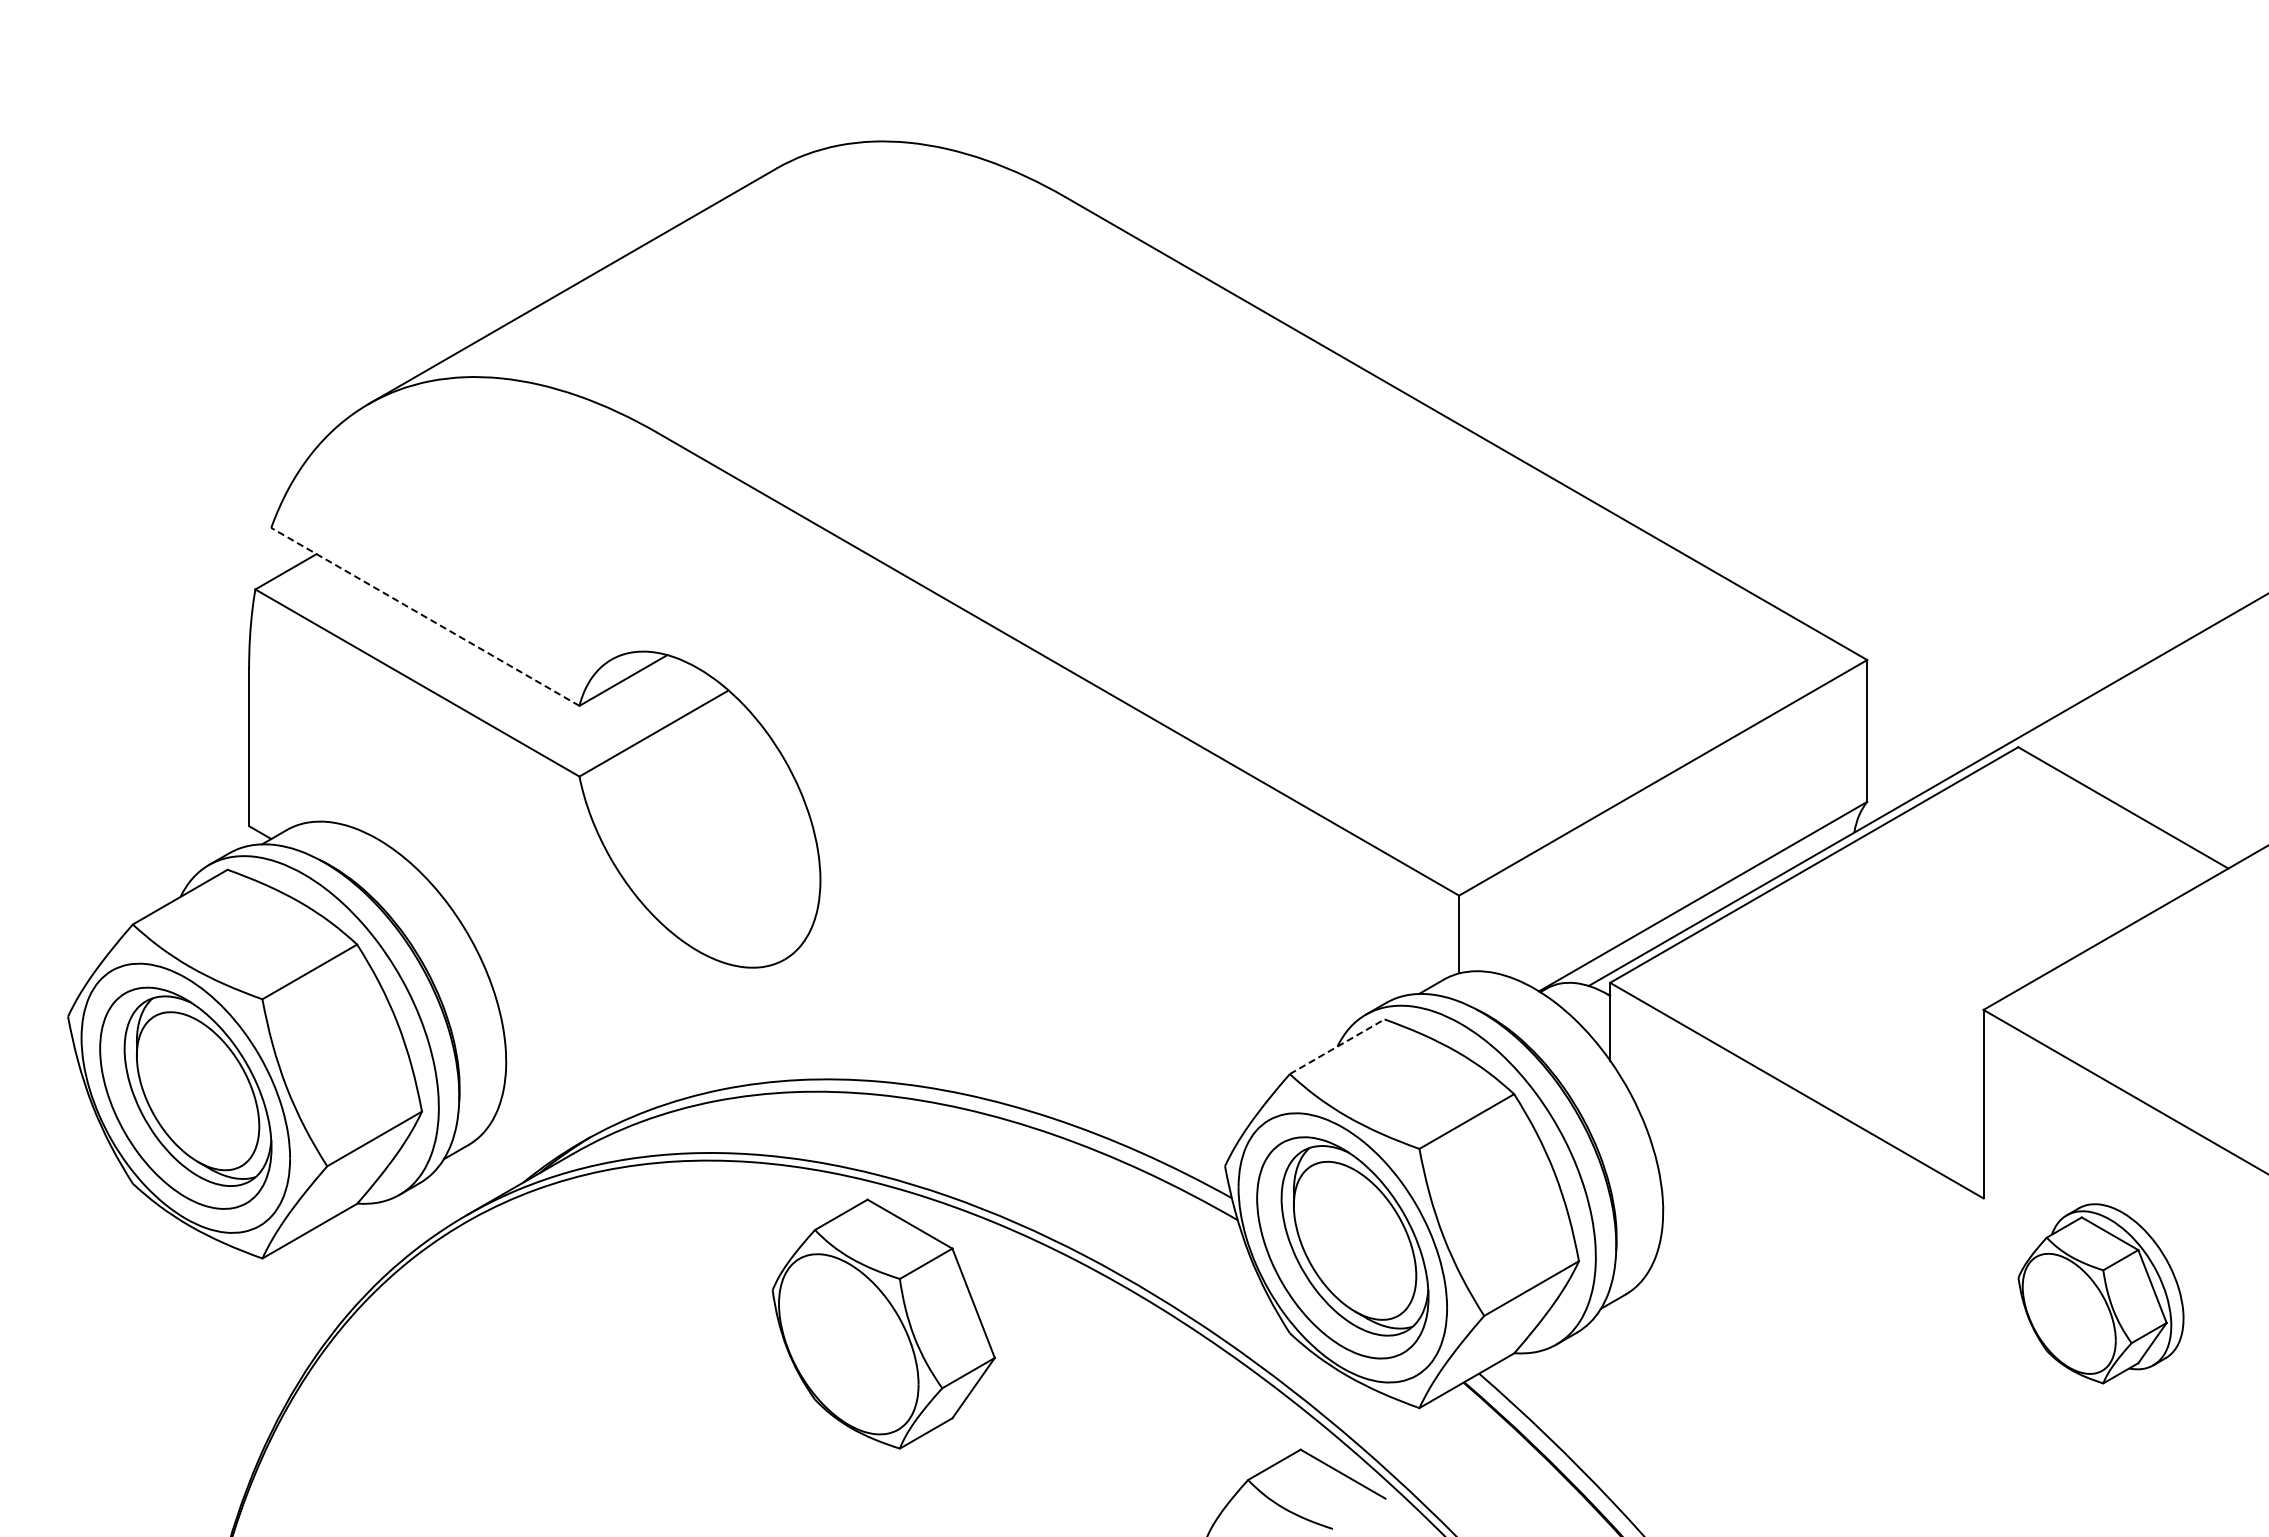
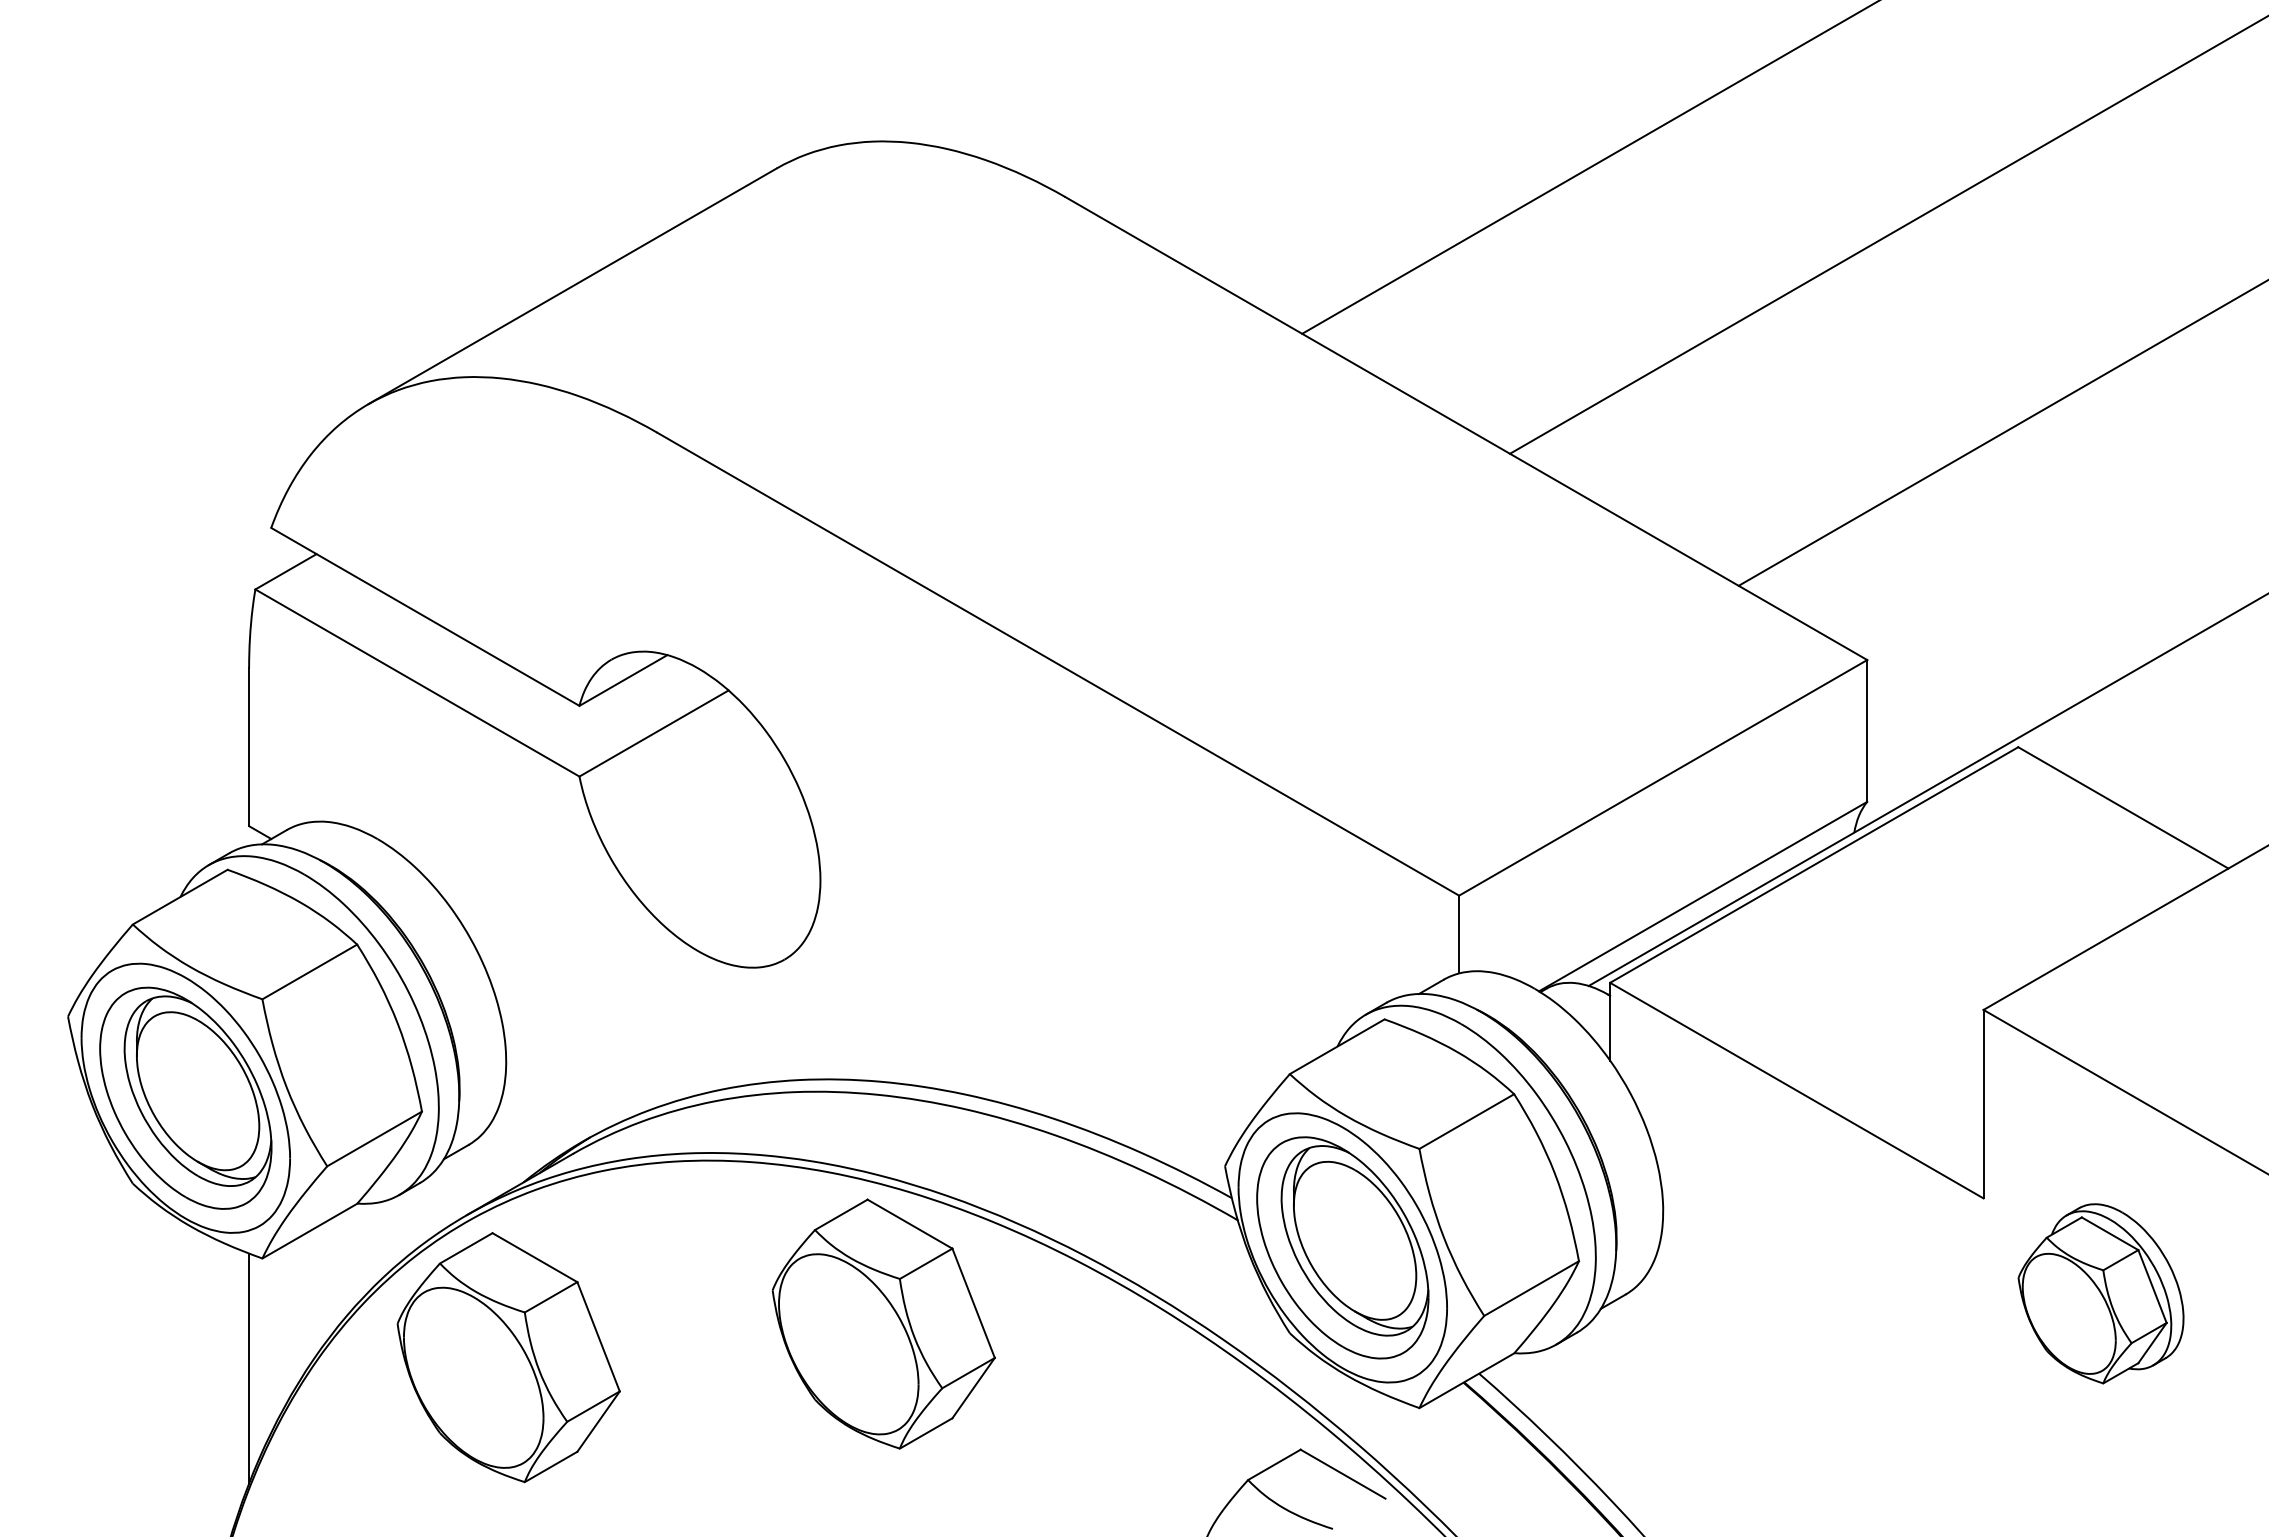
line at (1589, 167): none -> present
line at (1887, 235): none -> present
line at (2001, 433): none -> present
line at (425, 616): dashed -> solid
line at (1337, 1046): dashed -> solid
part at (508, 1357): none -> present
line at (249, 1368): none -> present
